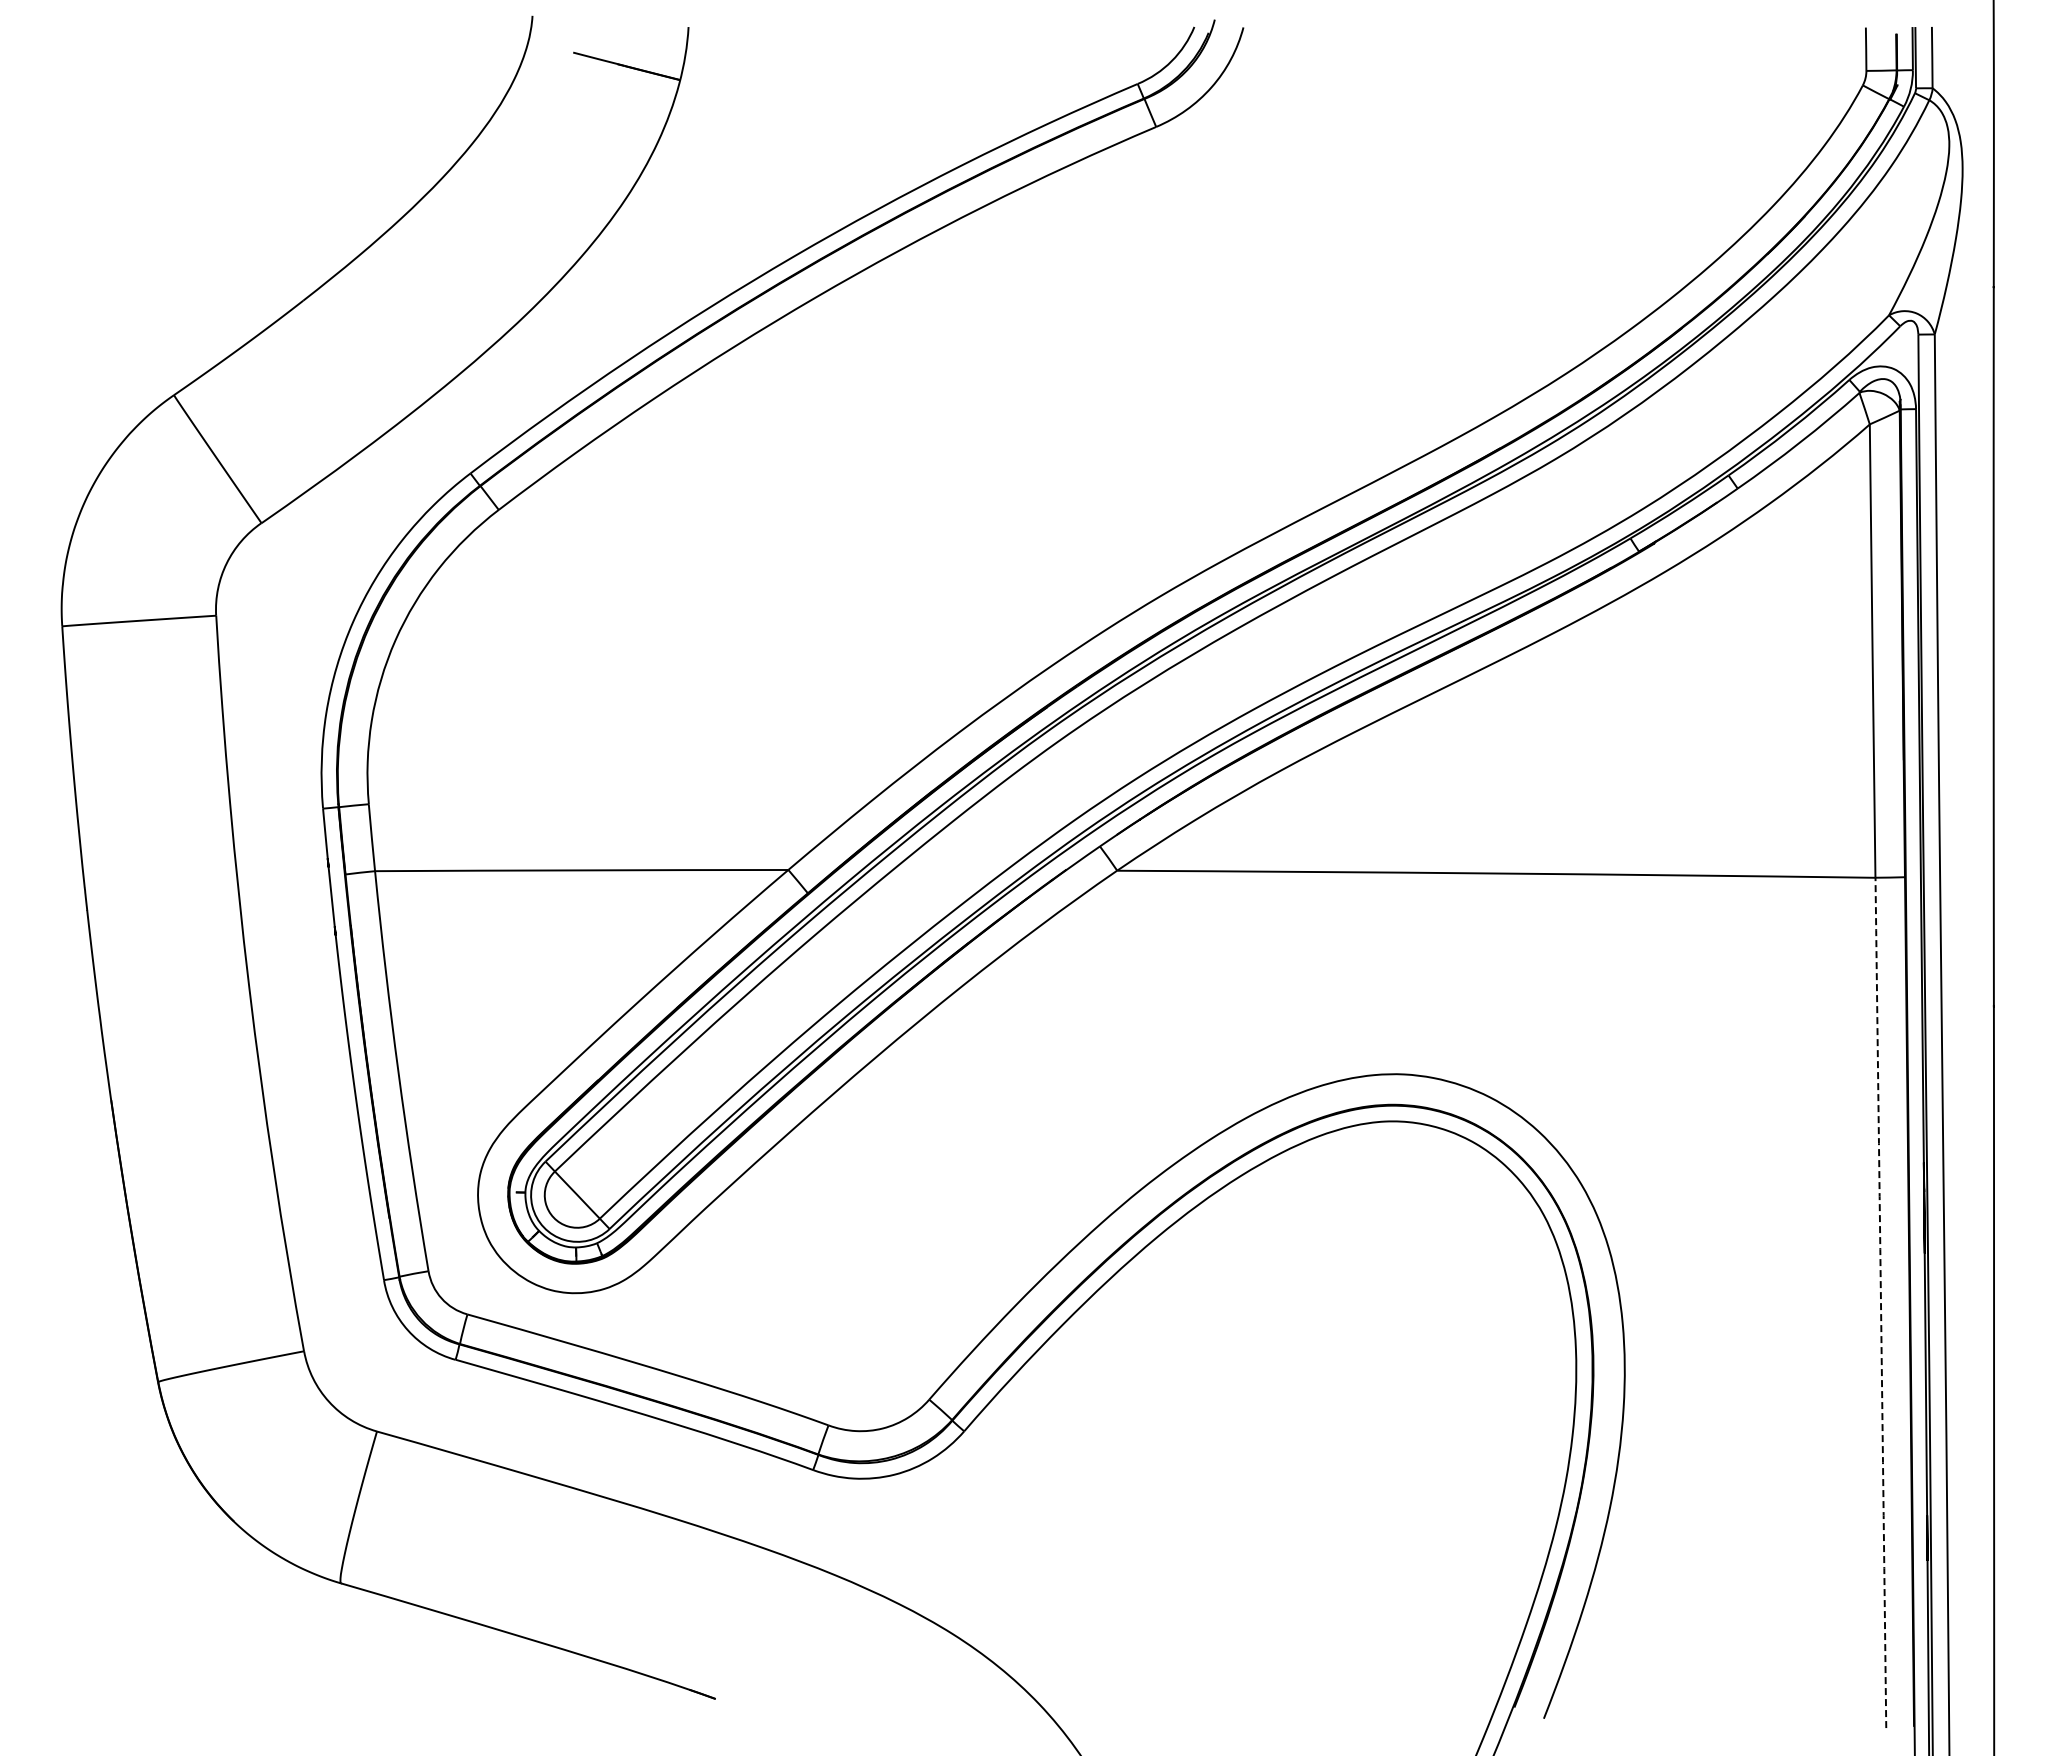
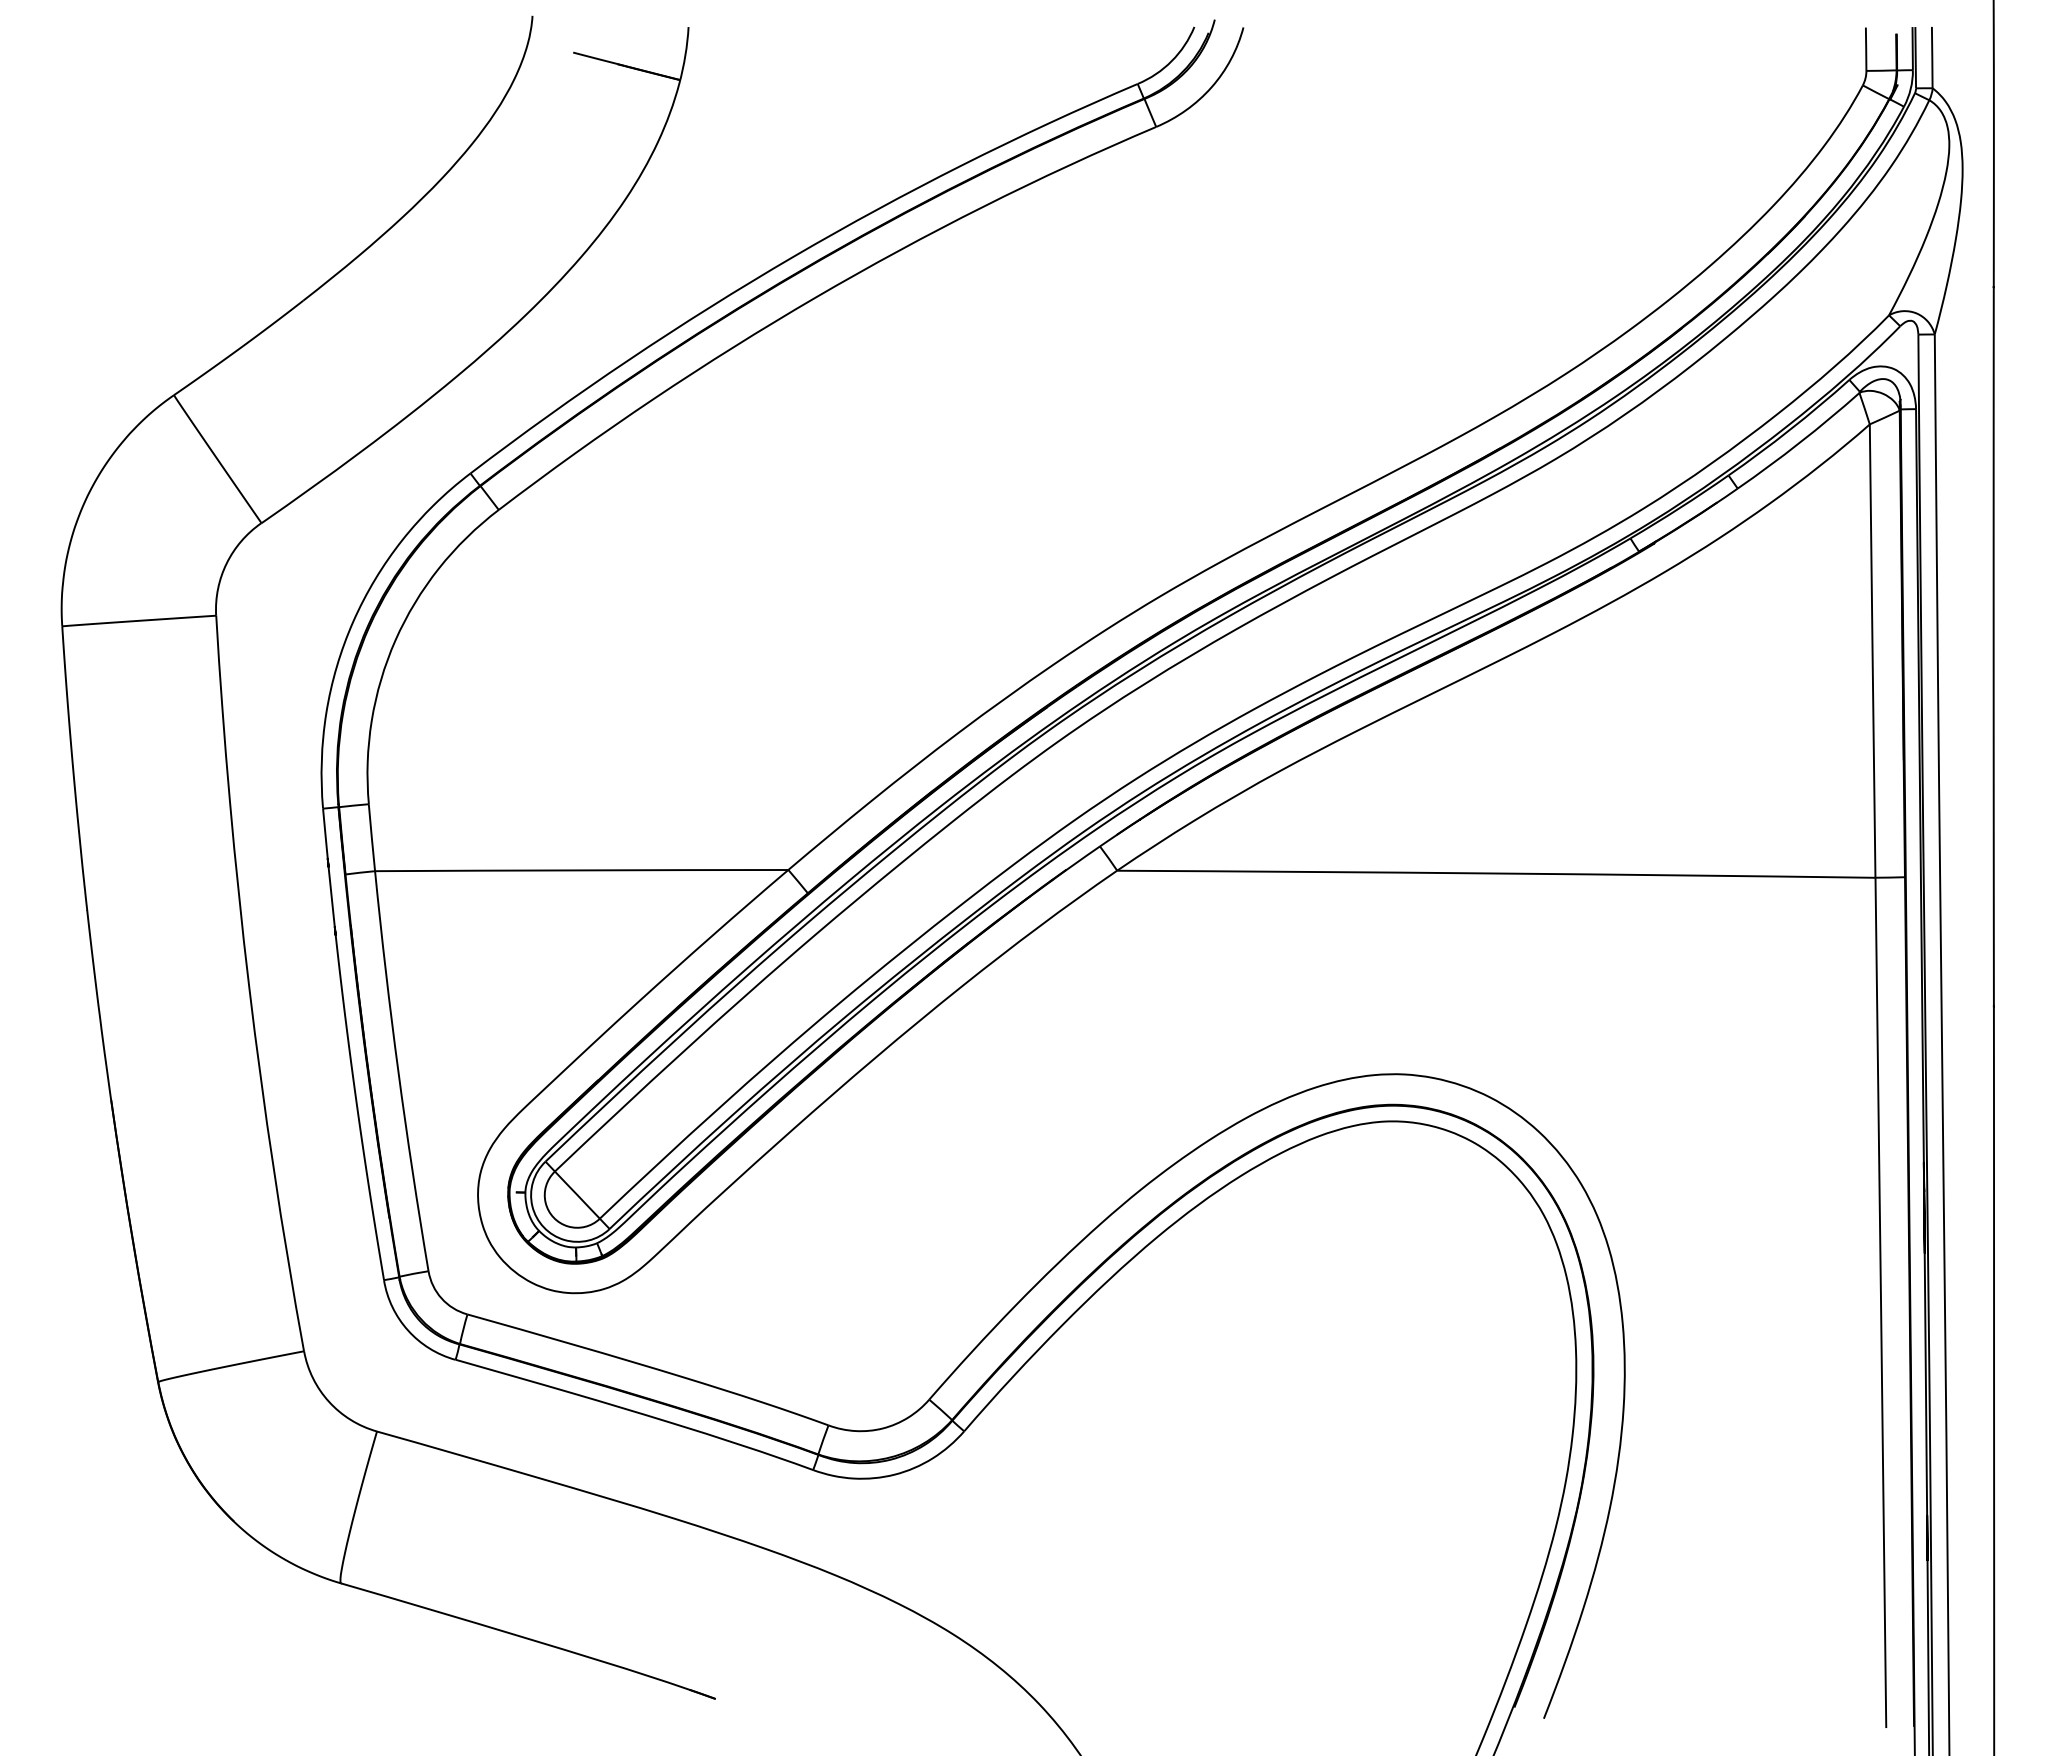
arc at (1880, 1302): dashed -> solid
